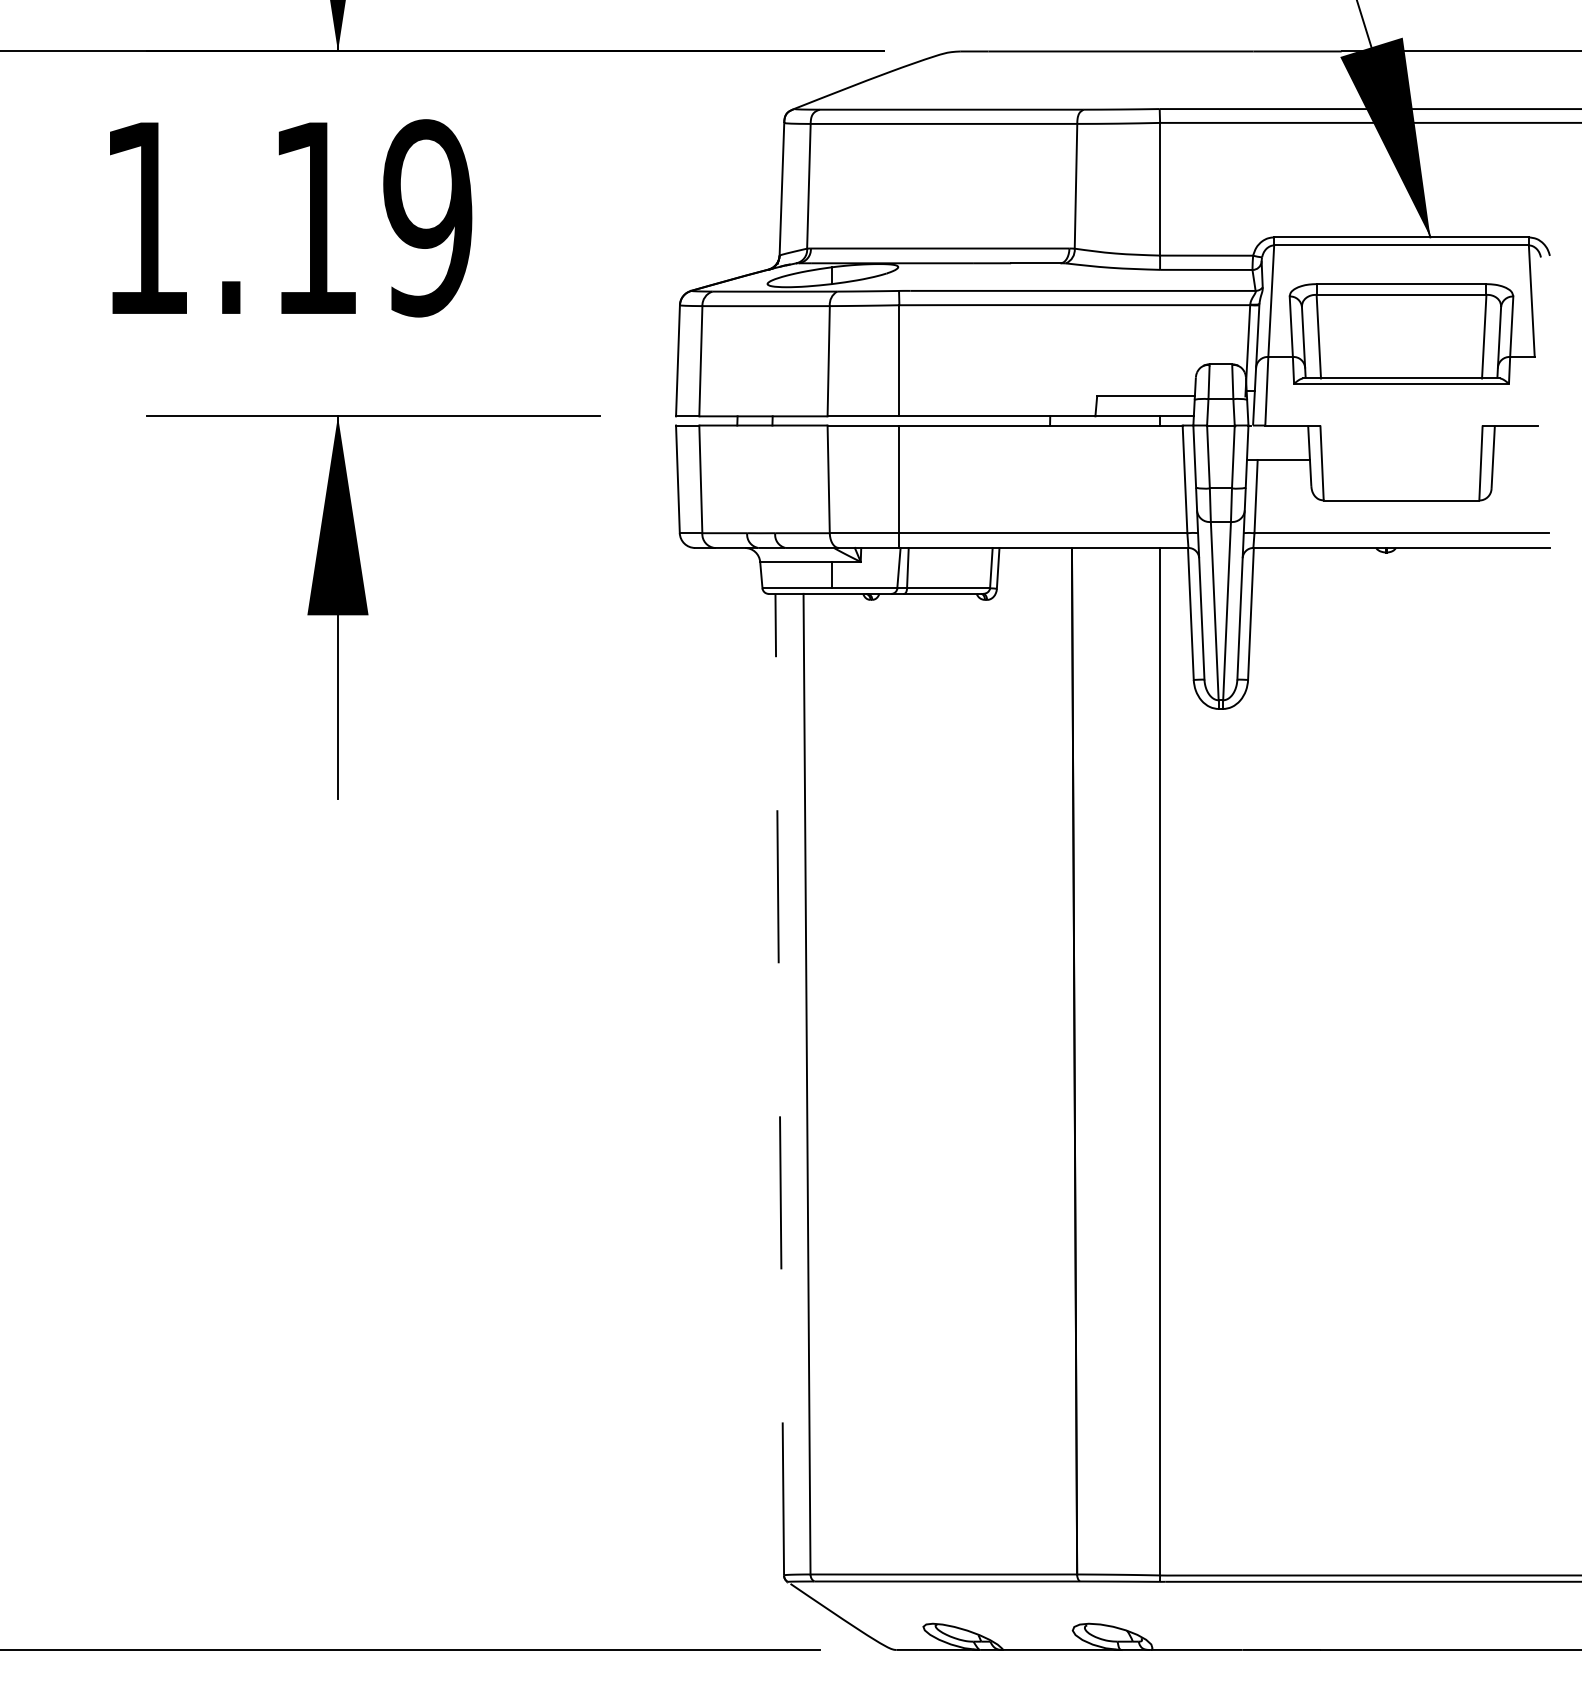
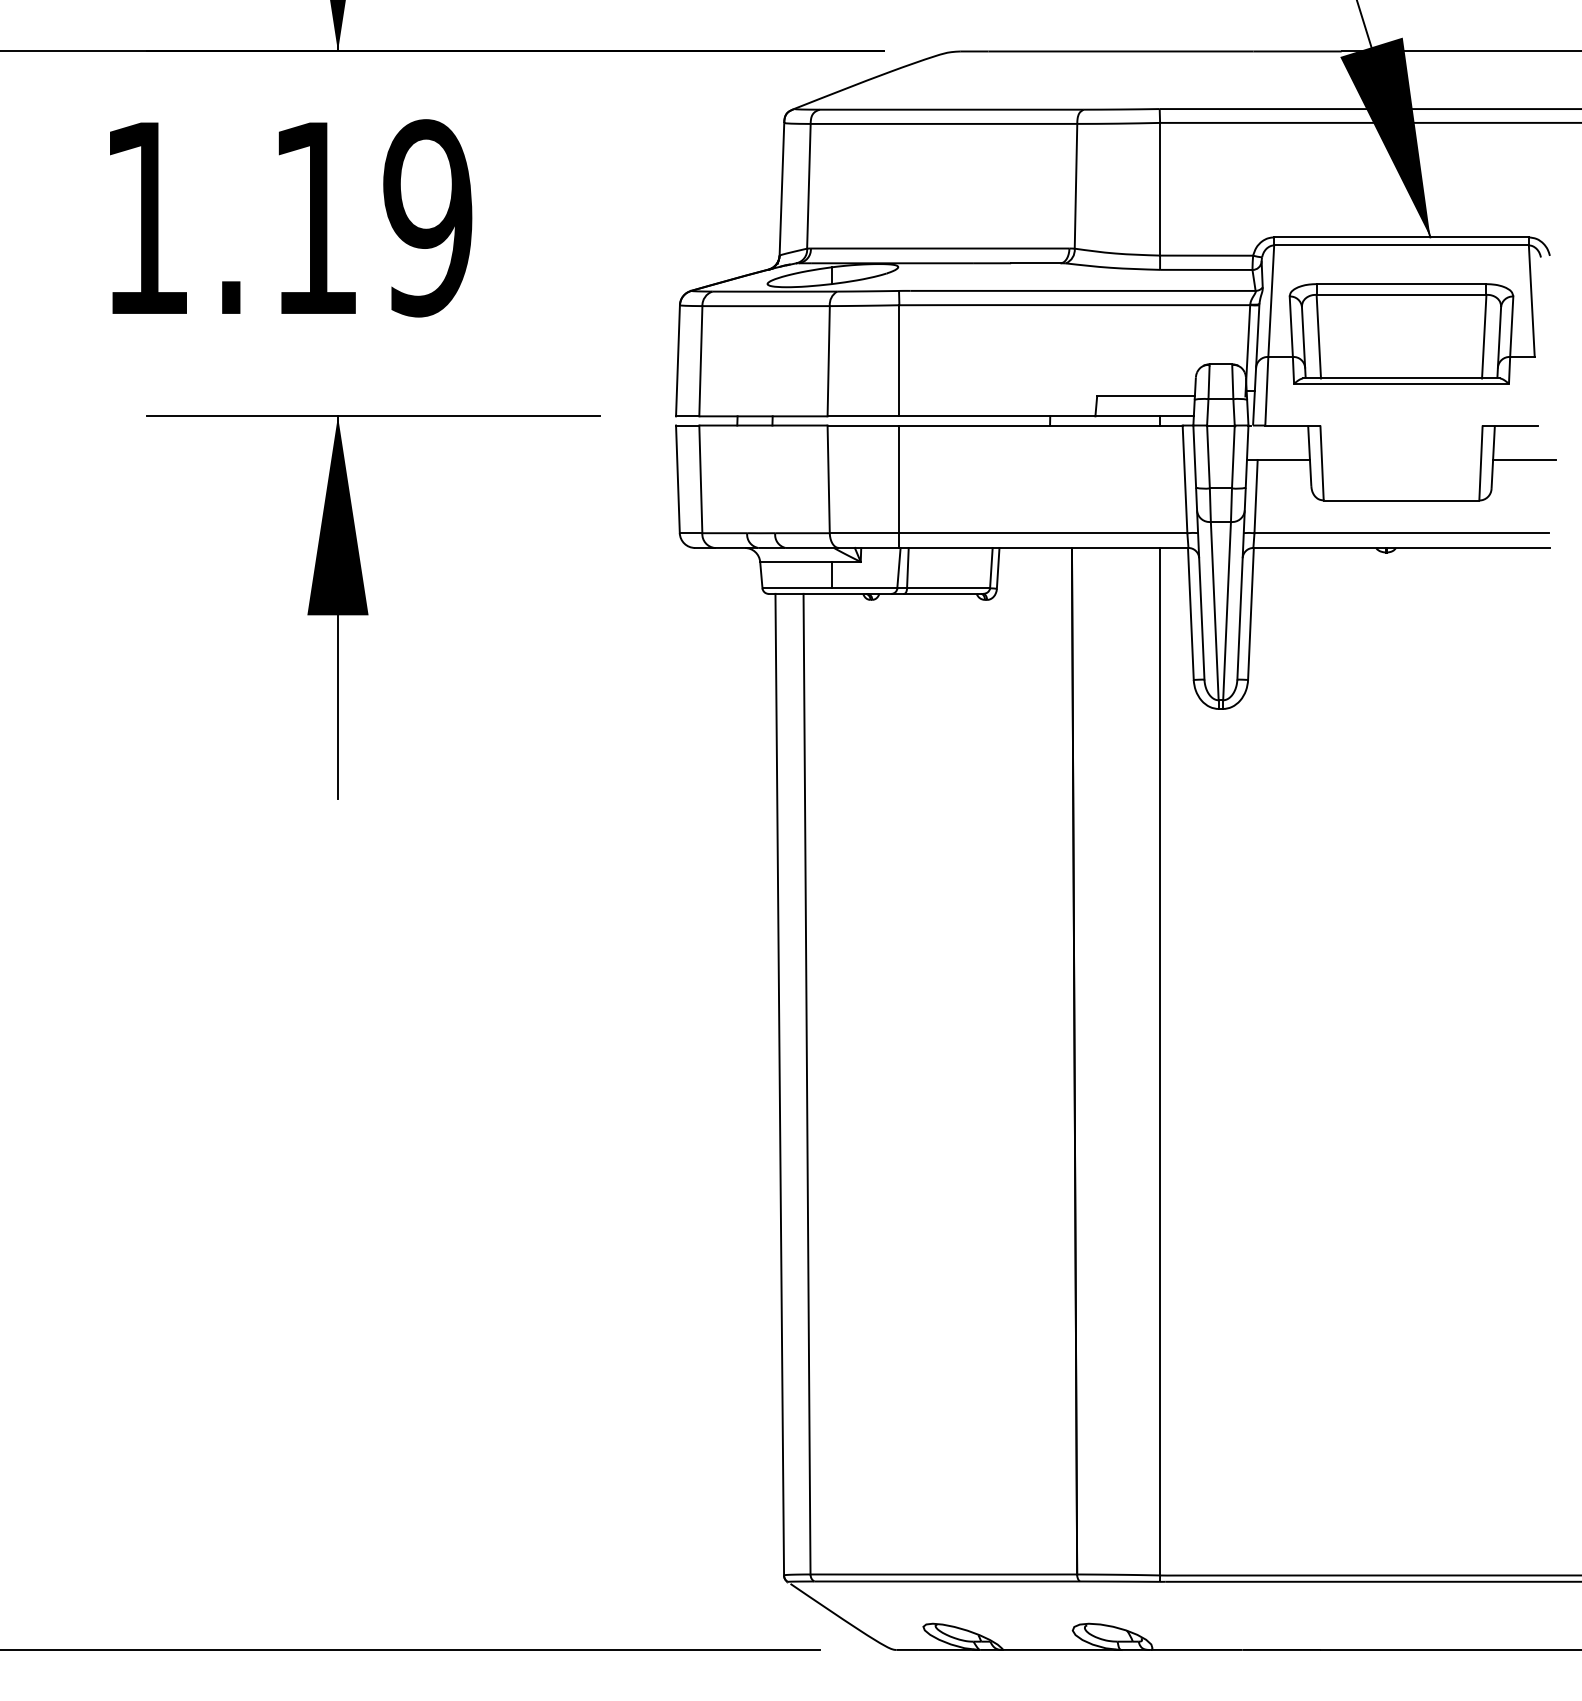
line at (1524, 459): none -> present
line at (779, 1084): dashed -> solid
